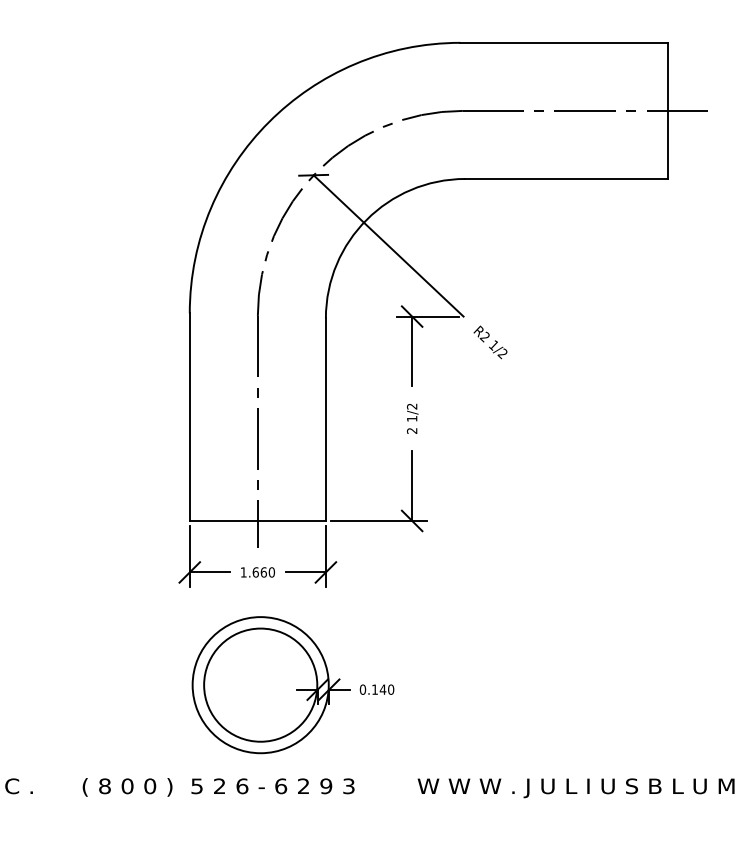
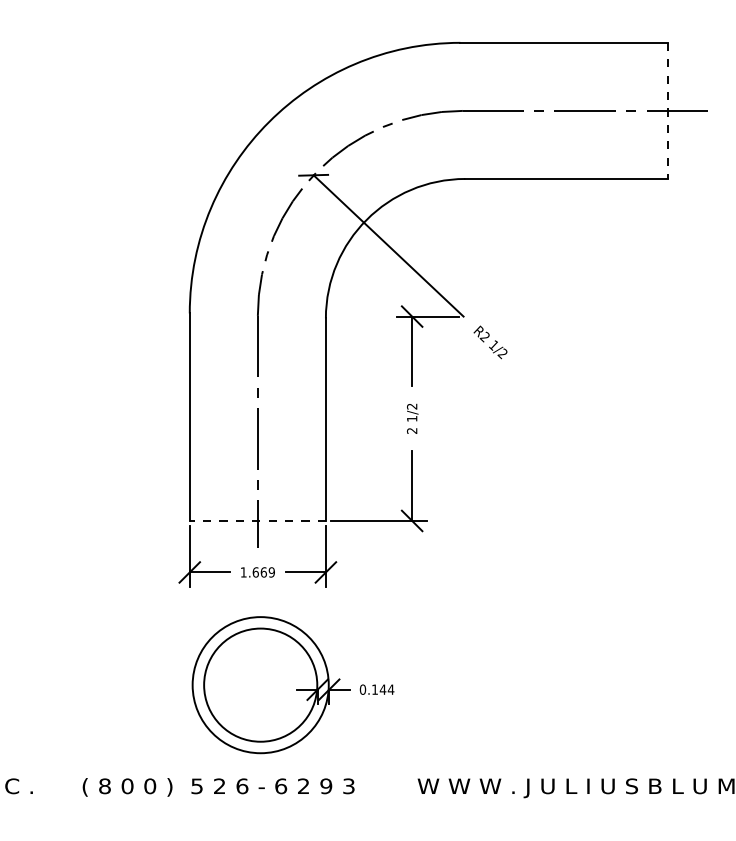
line at (667, 111): solid -> dashed
line at (257, 520): solid -> dashed
text at (271, 572): 1.660 -> 1.669
text at (390, 689): 0.140 -> 0.144
